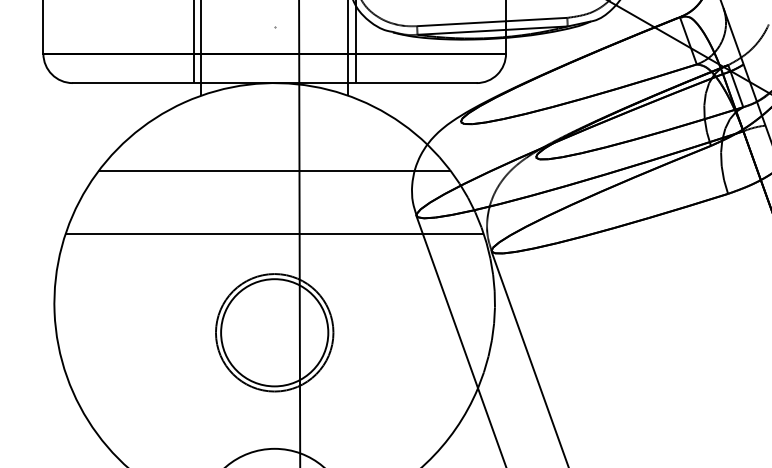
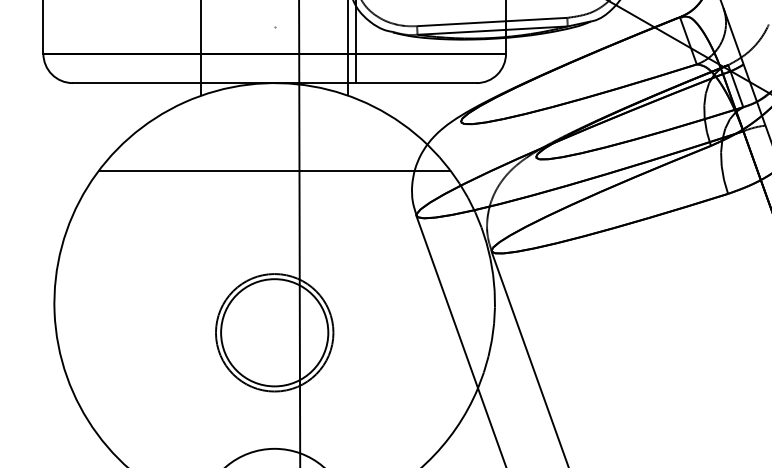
line at (193, 42): present -> none
line at (274, 233): present -> none
